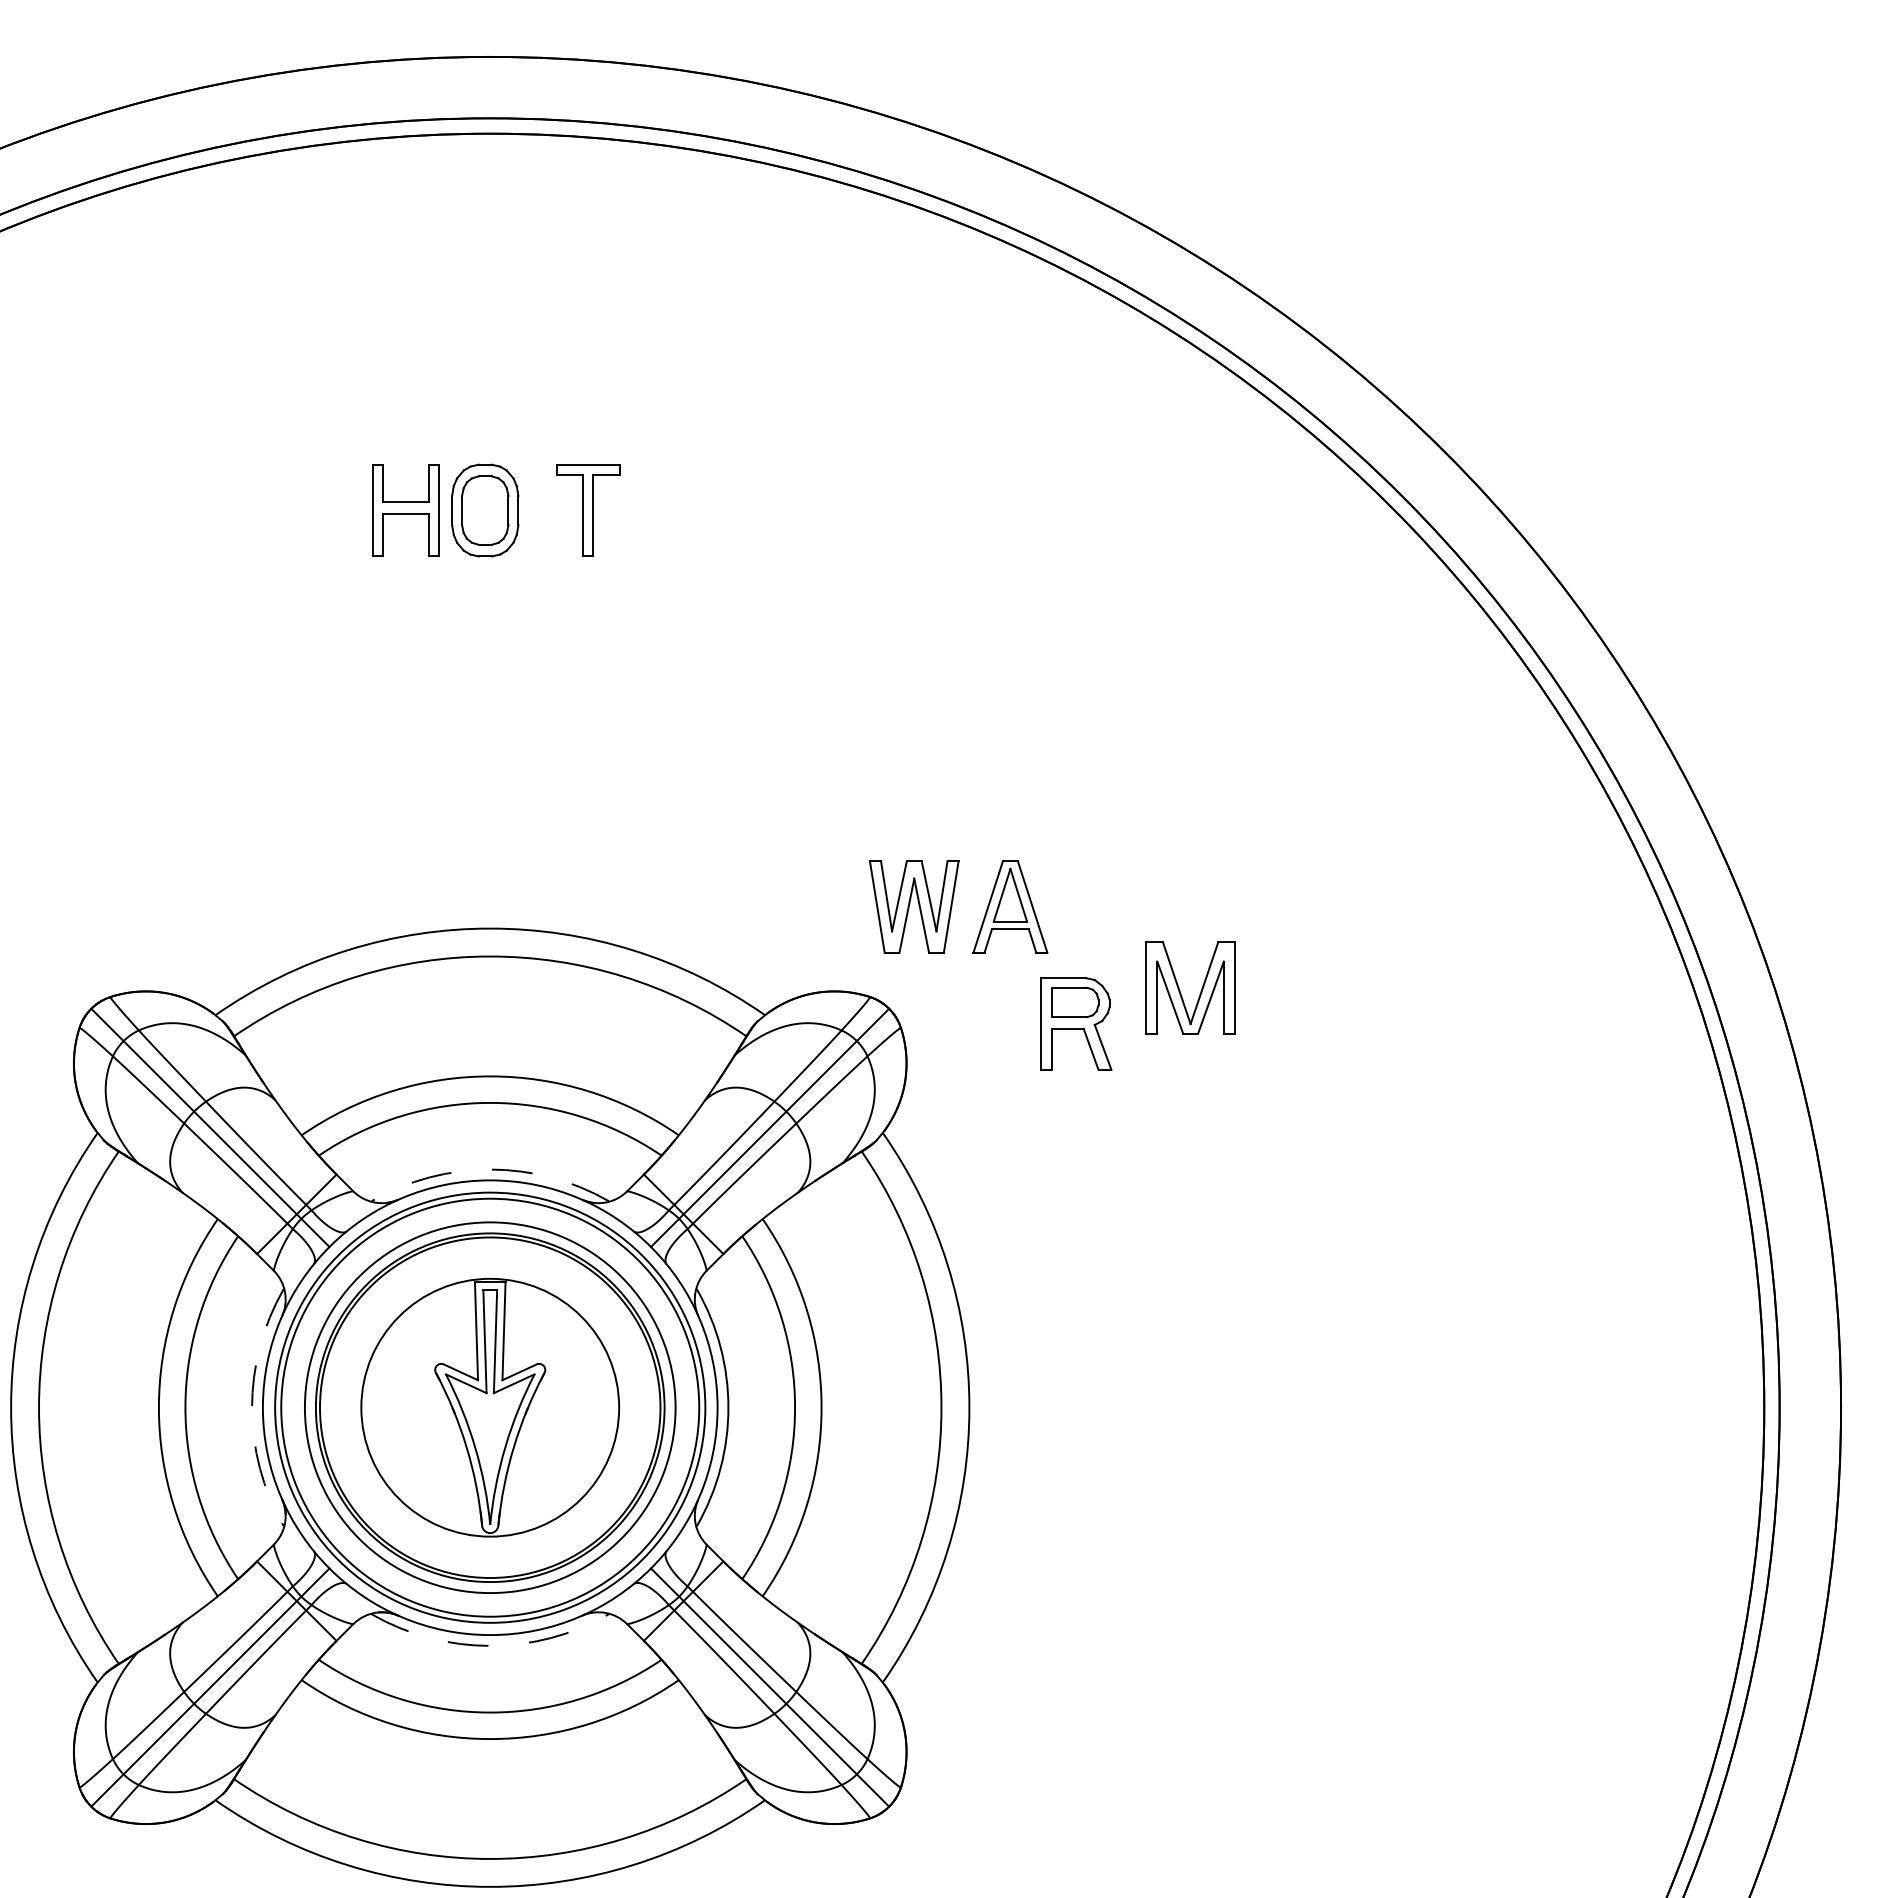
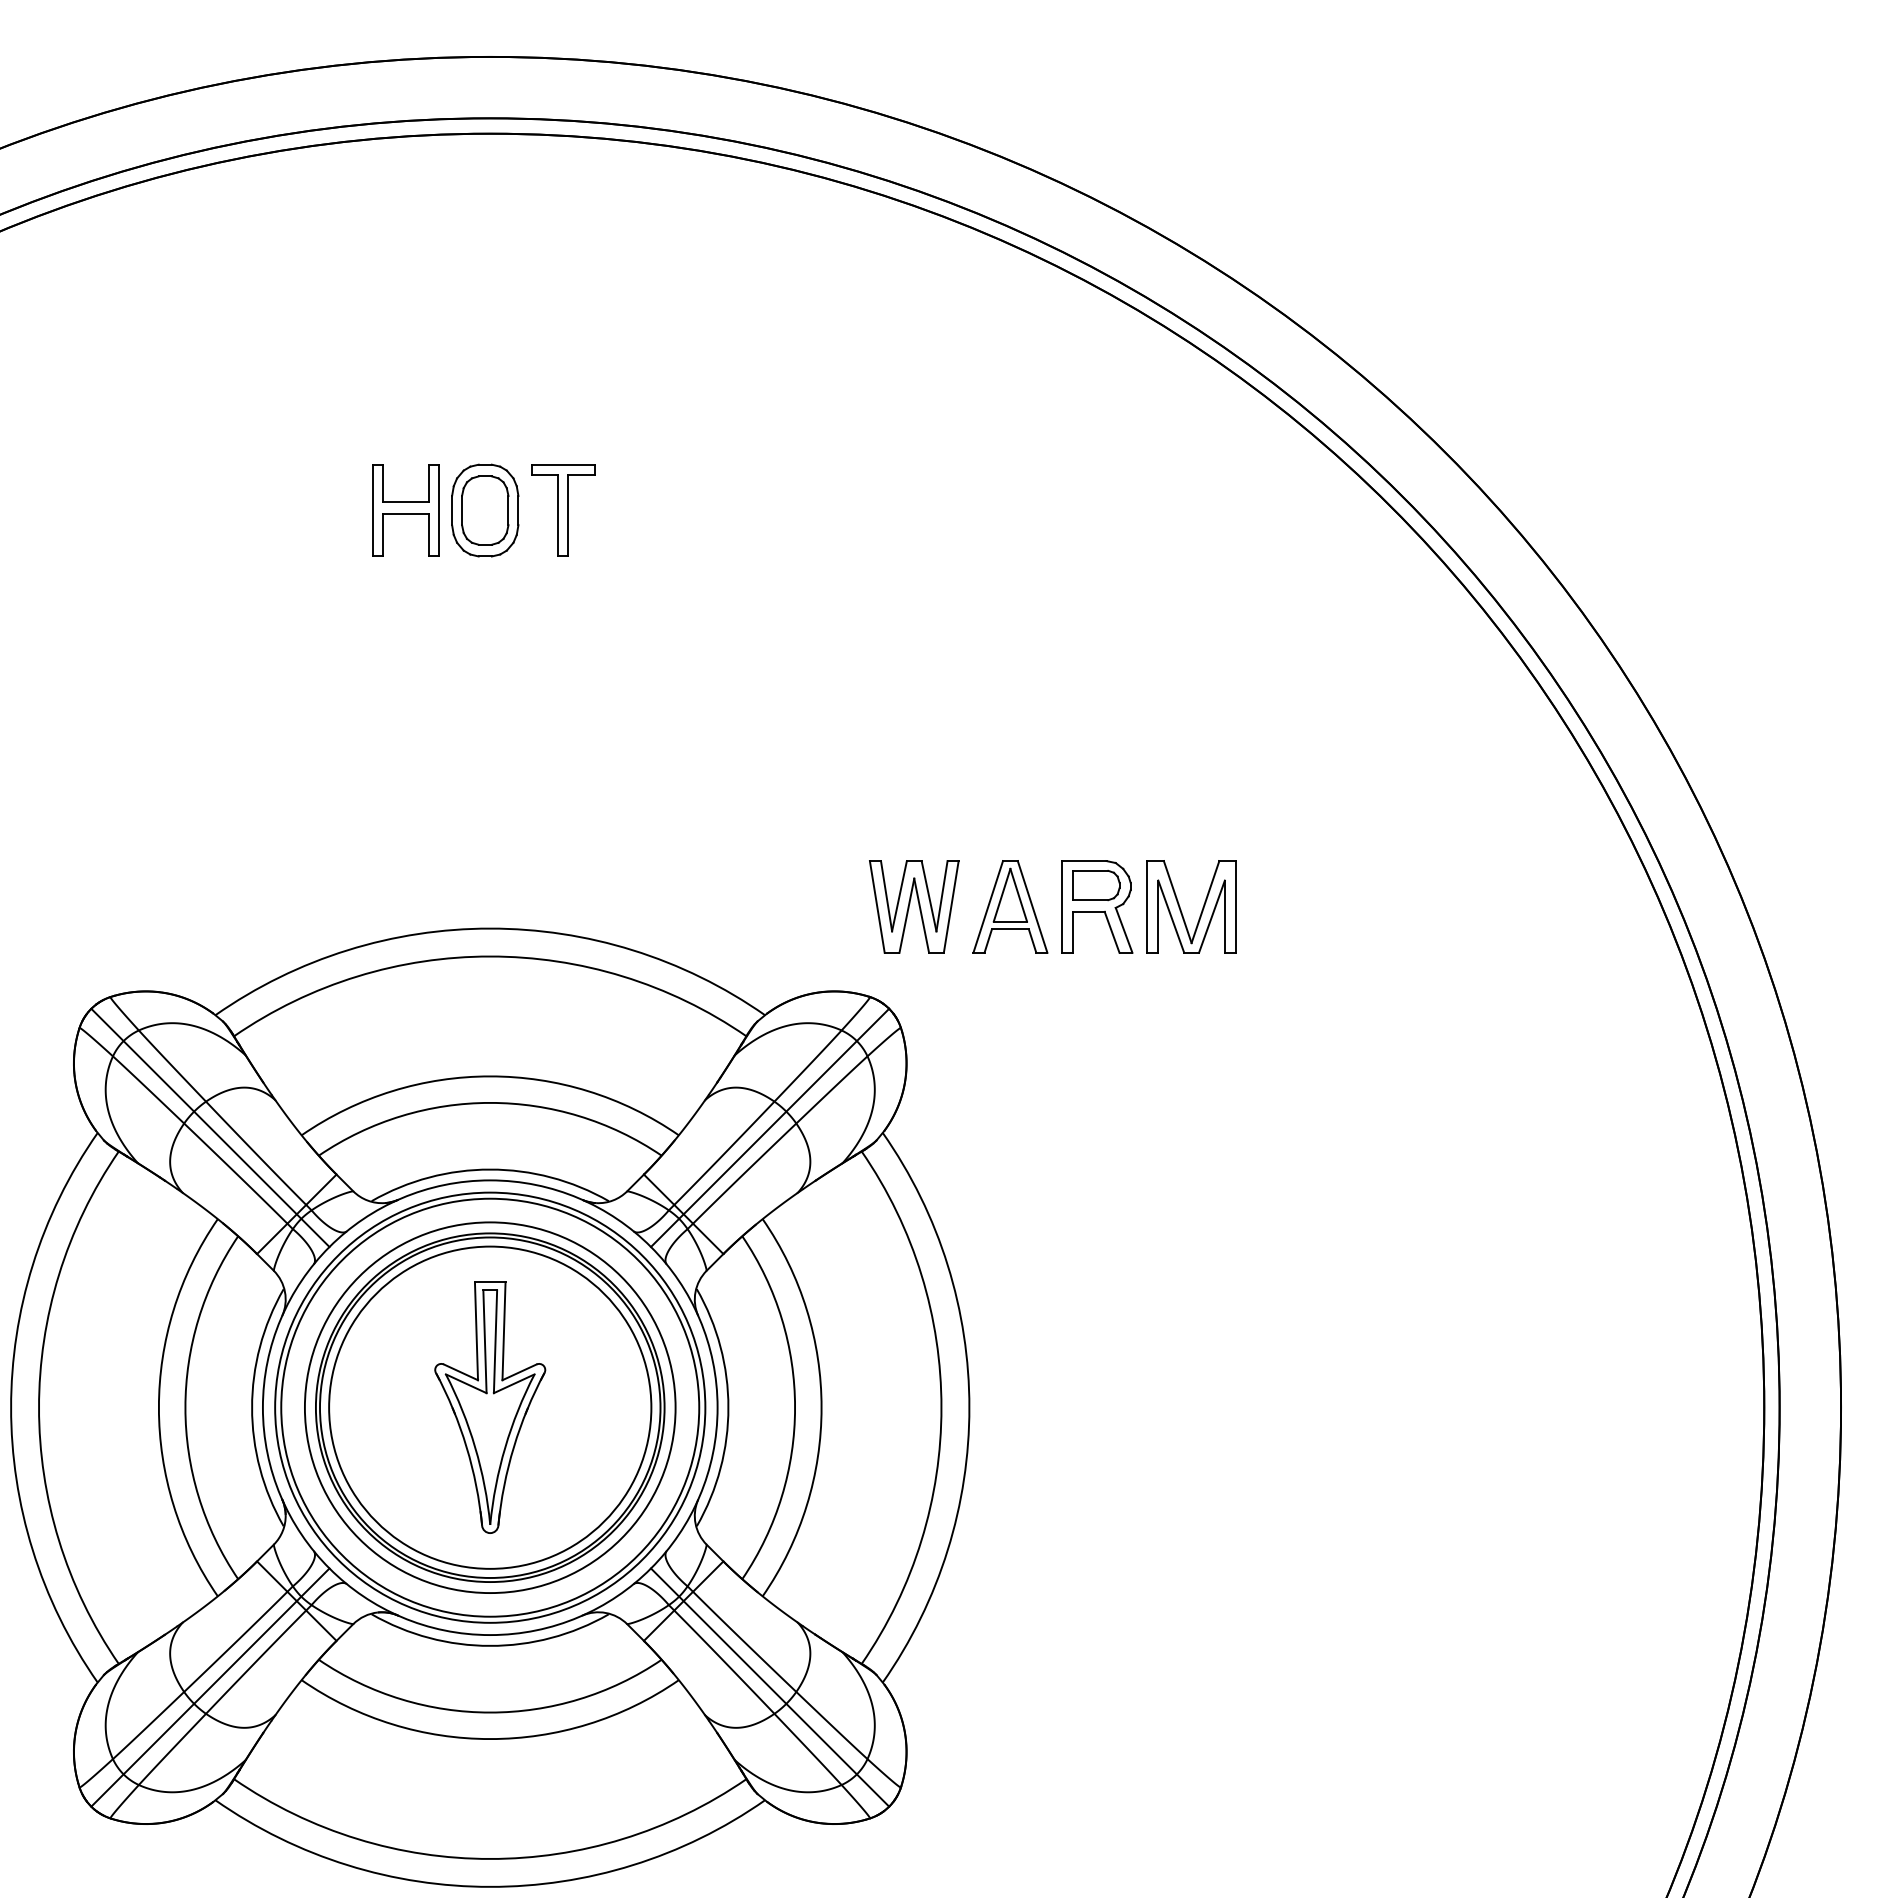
part at (588, 510) position: (588, 510) -> (563, 510)
part at (1180, 990) position: (1180, 990) -> (1181, 909)
part at (1076, 1023) position: (1076, 1023) -> (1097, 906)
arc at (490, 1169): dashed -> solid
arc at (252, 1407): dashed -> solid
circle at (490, 1407) diameter: 258 px -> 322 px
arc at (490, 1645): dashed -> solid
